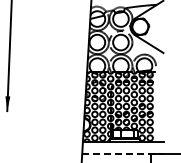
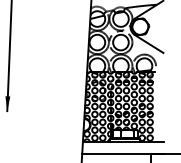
line at (123, 153): dashed -> solid
